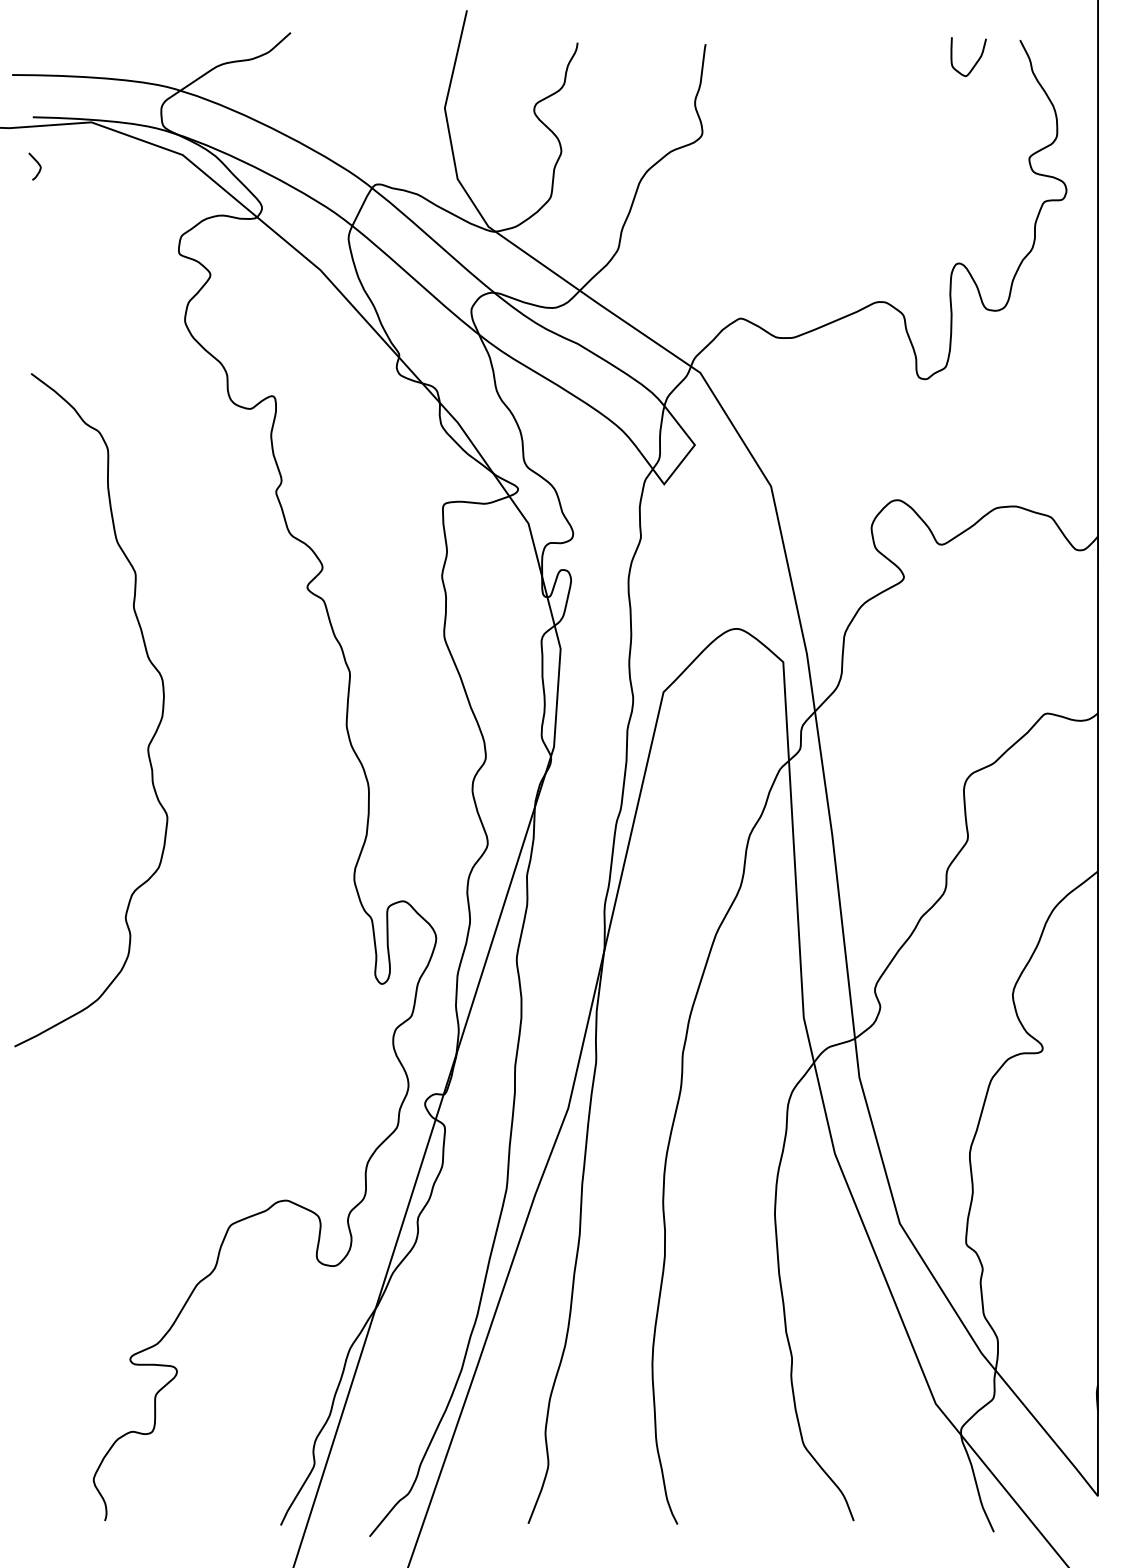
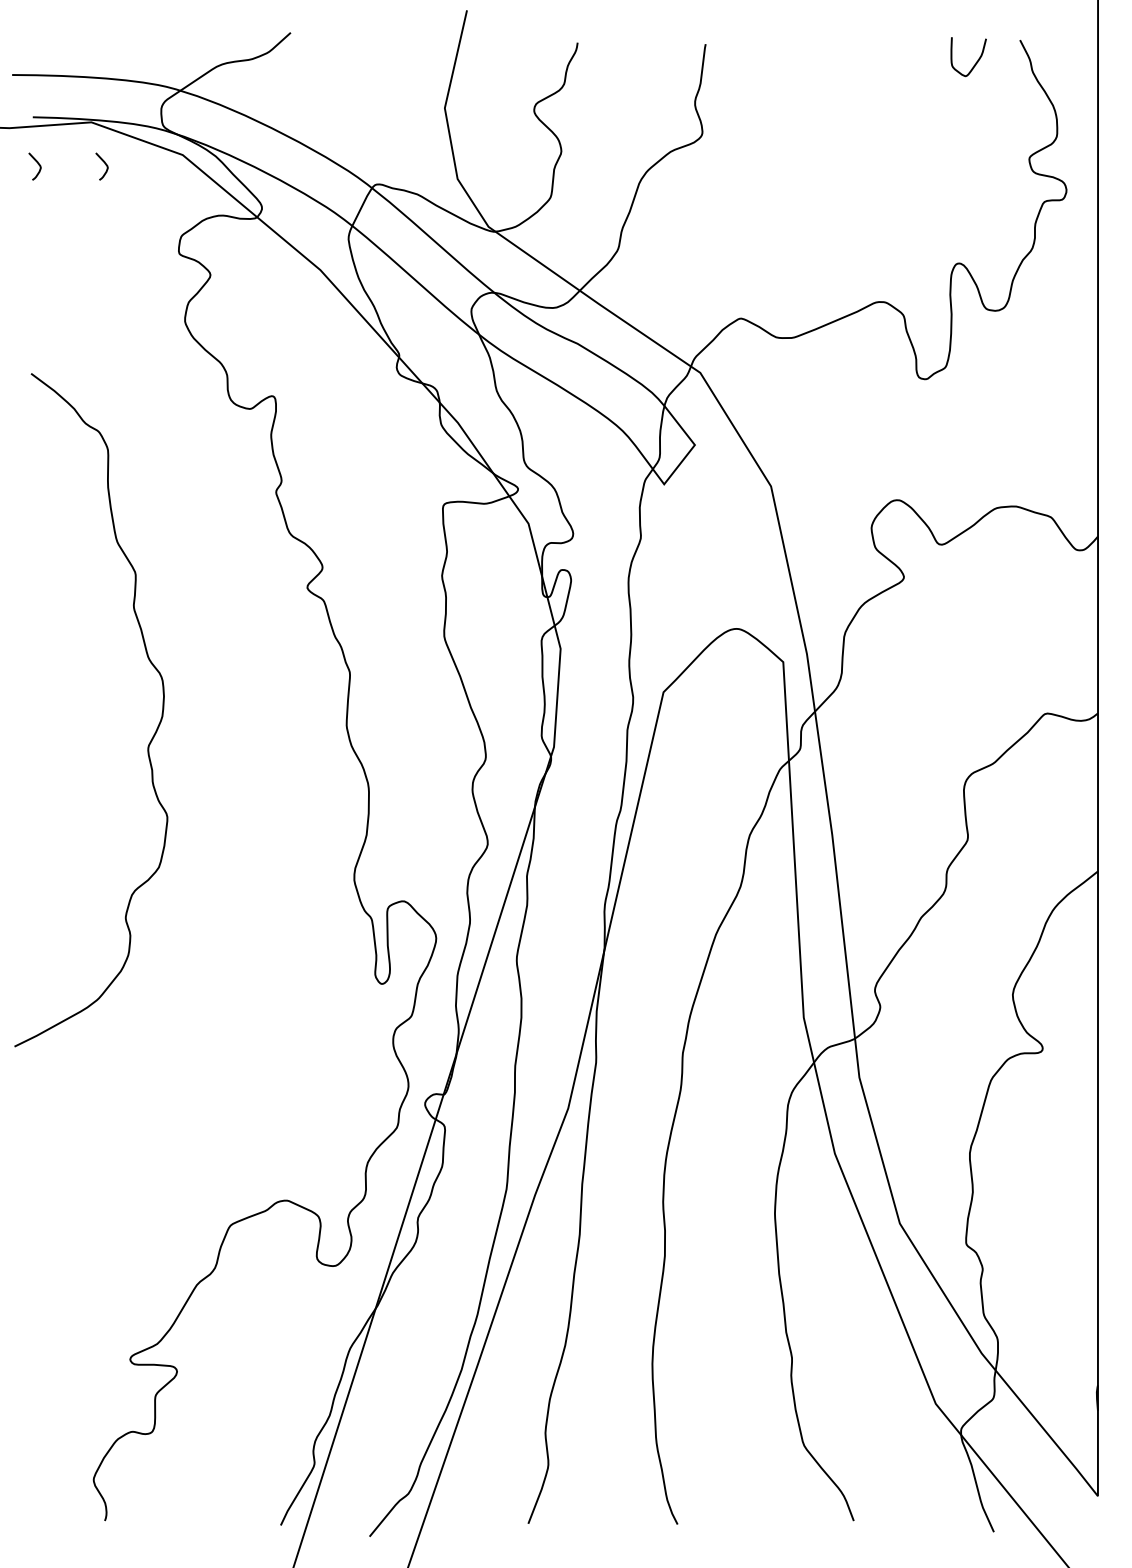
curve at (105, 165): none -> present
